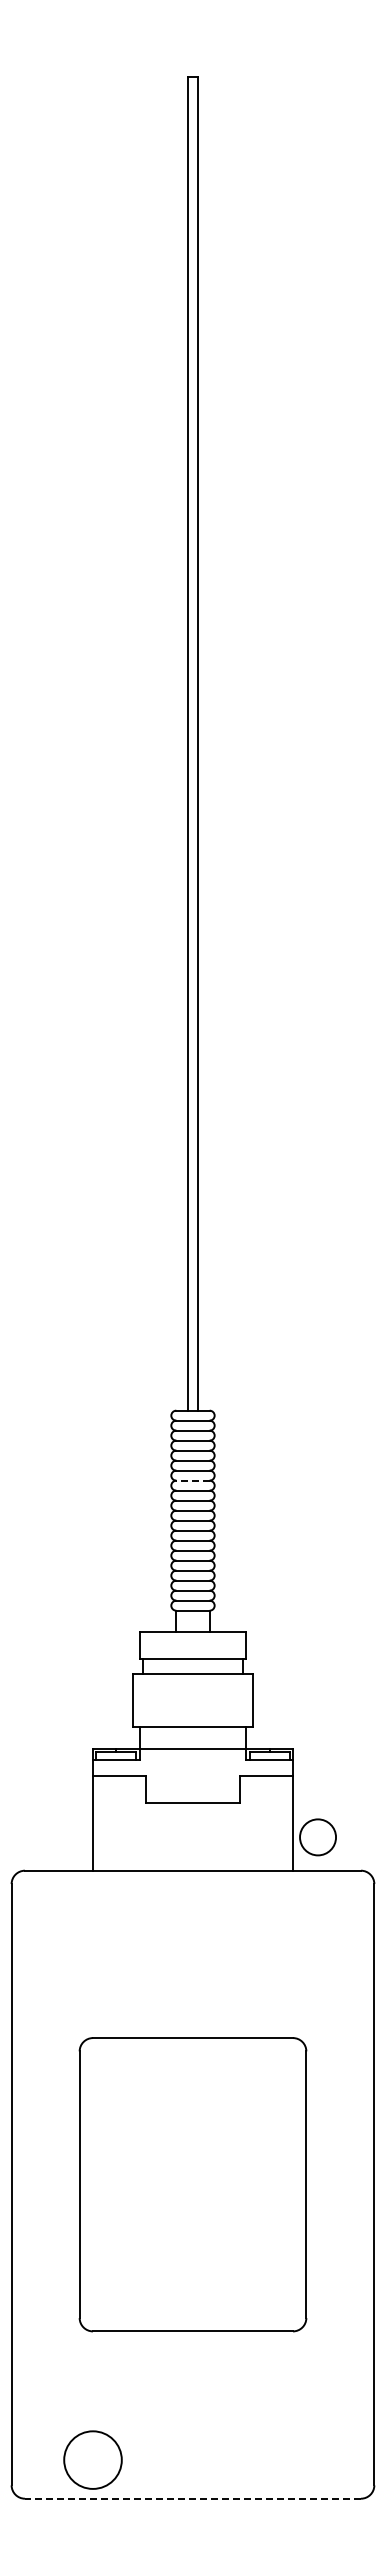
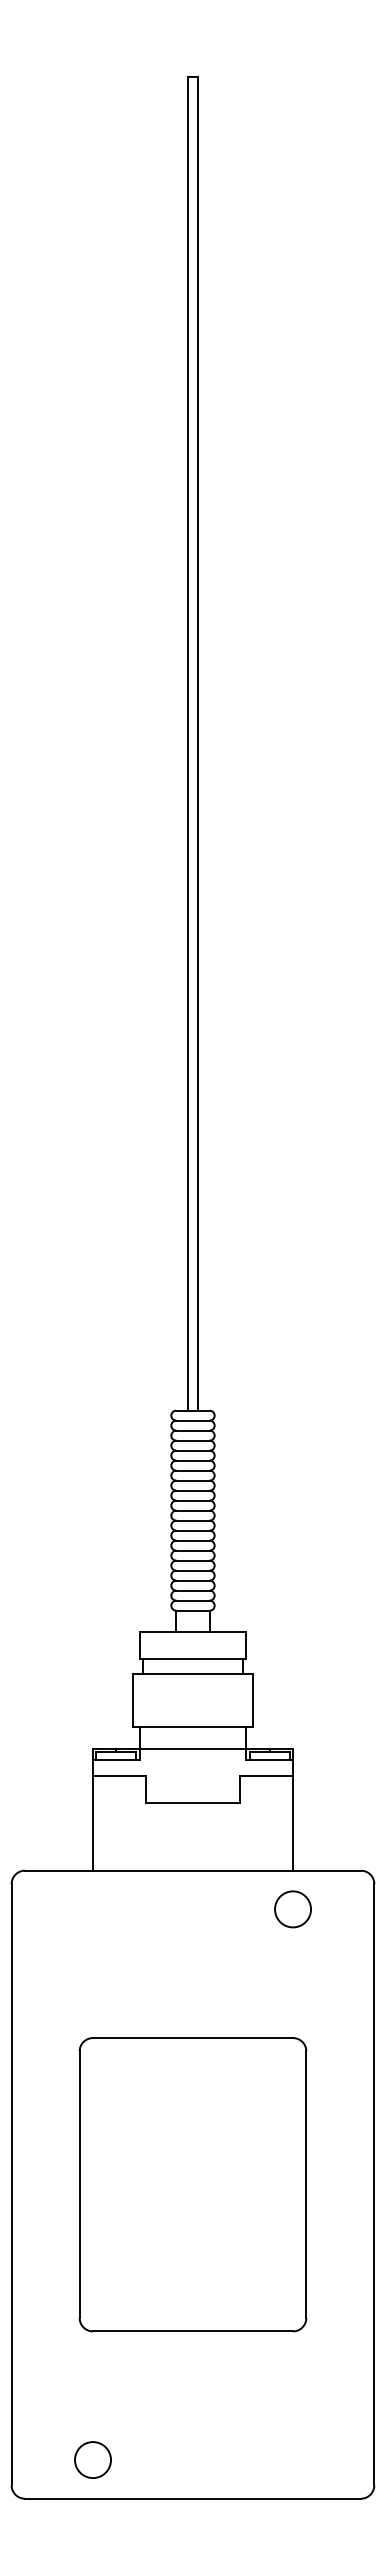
line at (192, 1480): dashed -> solid
circle at (317, 1837) position: (317, 1837) -> (292, 1909)
circle at (92, 2459) size: 60x60 px -> 38x38 px
line at (192, 2498): dashed -> solid
